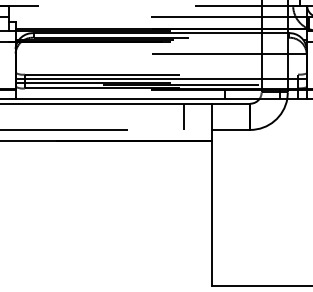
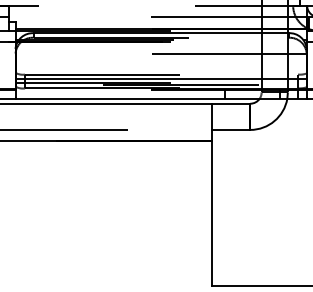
line at (184, 116): present -> none
